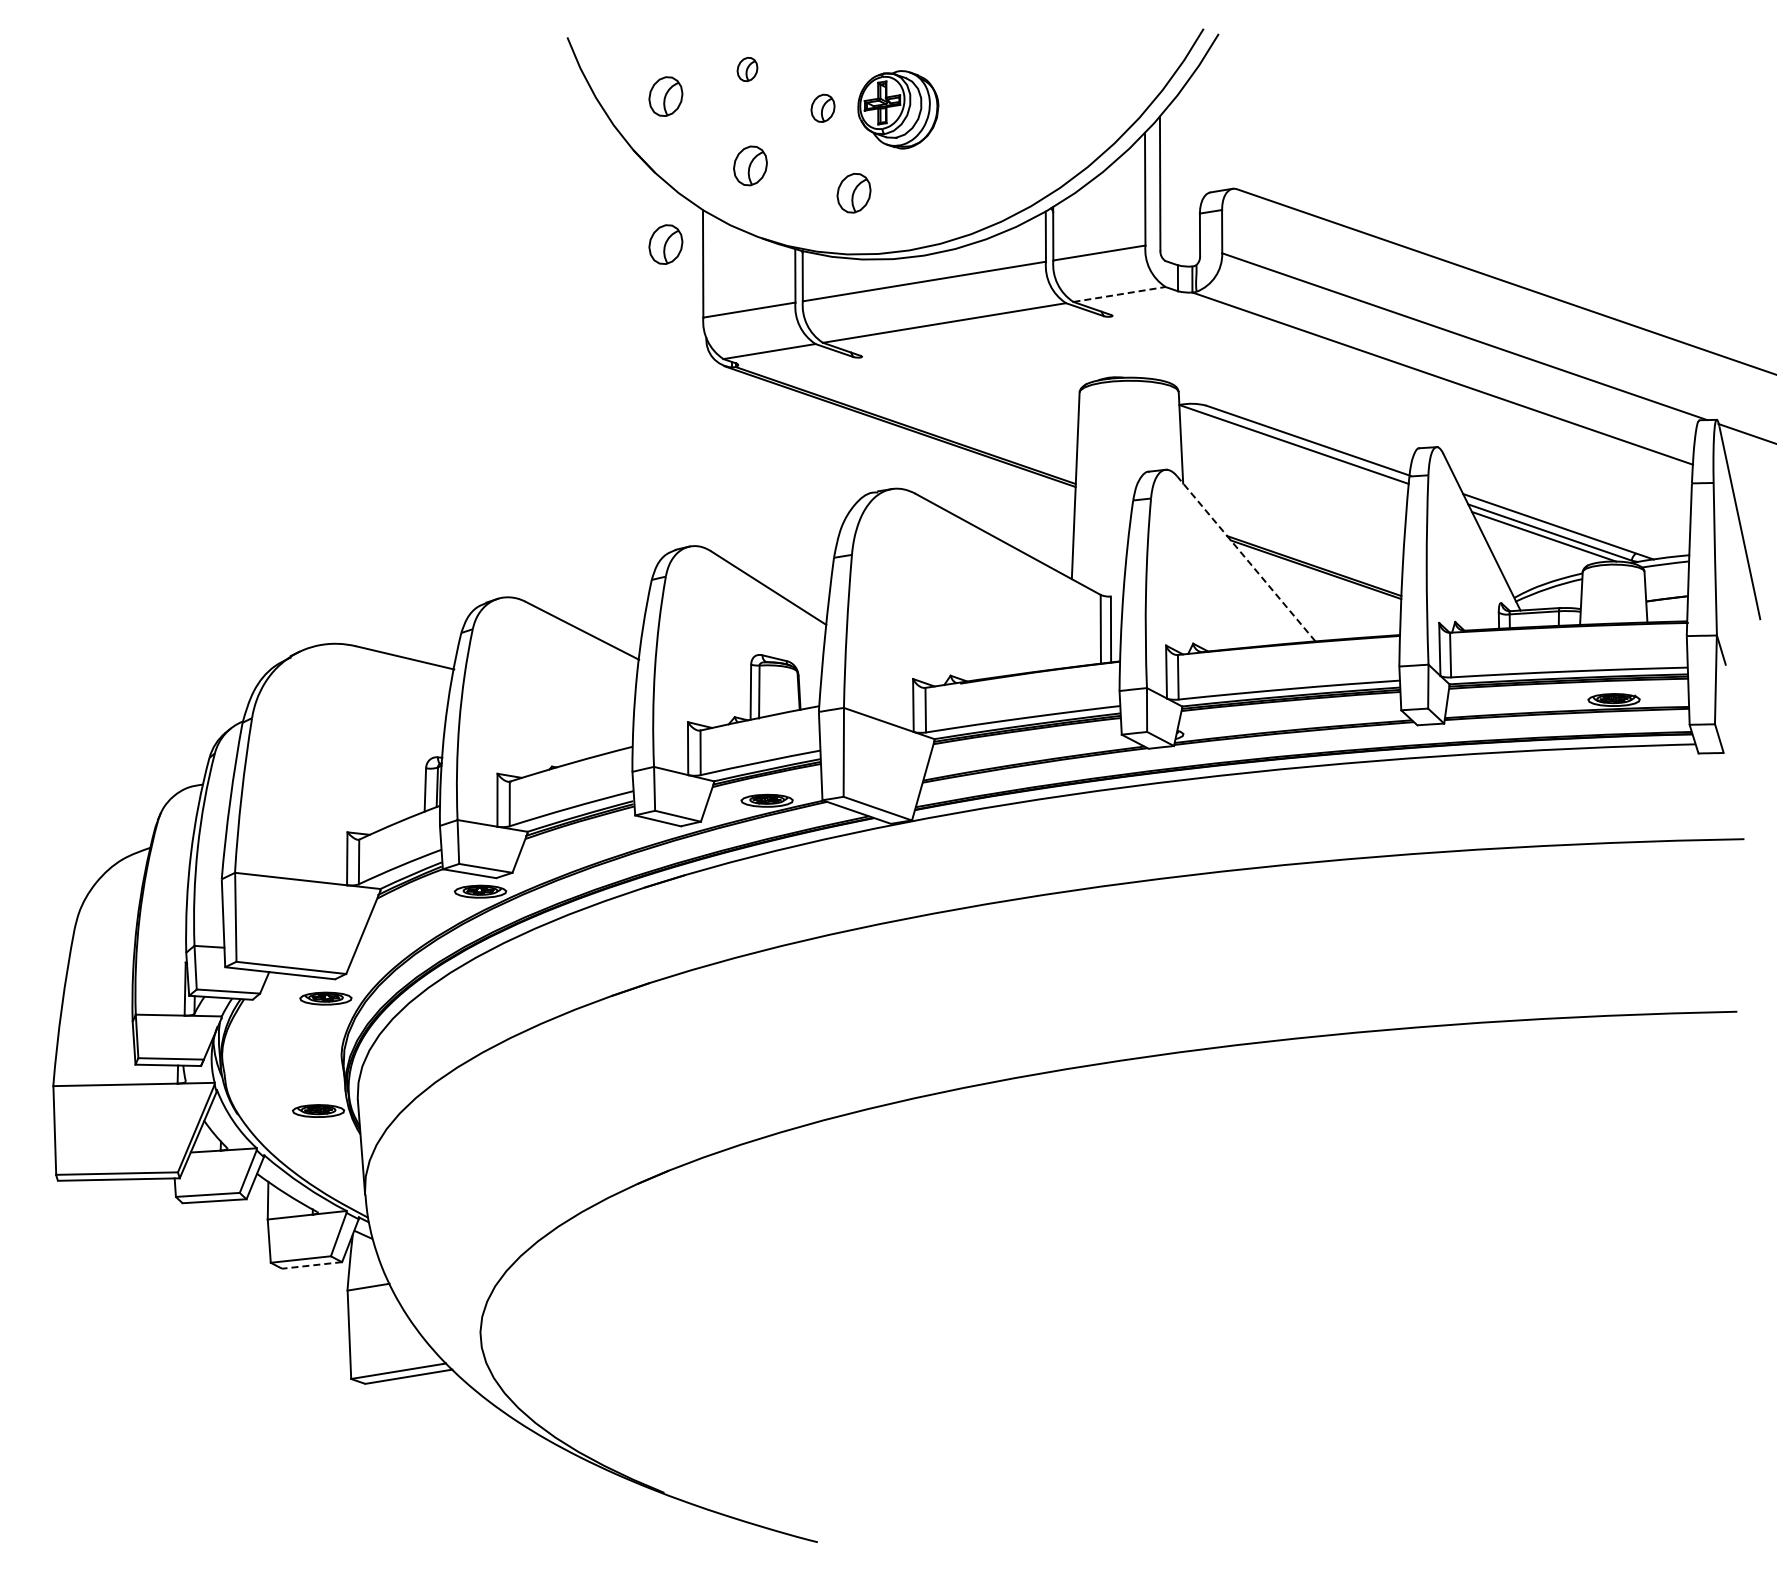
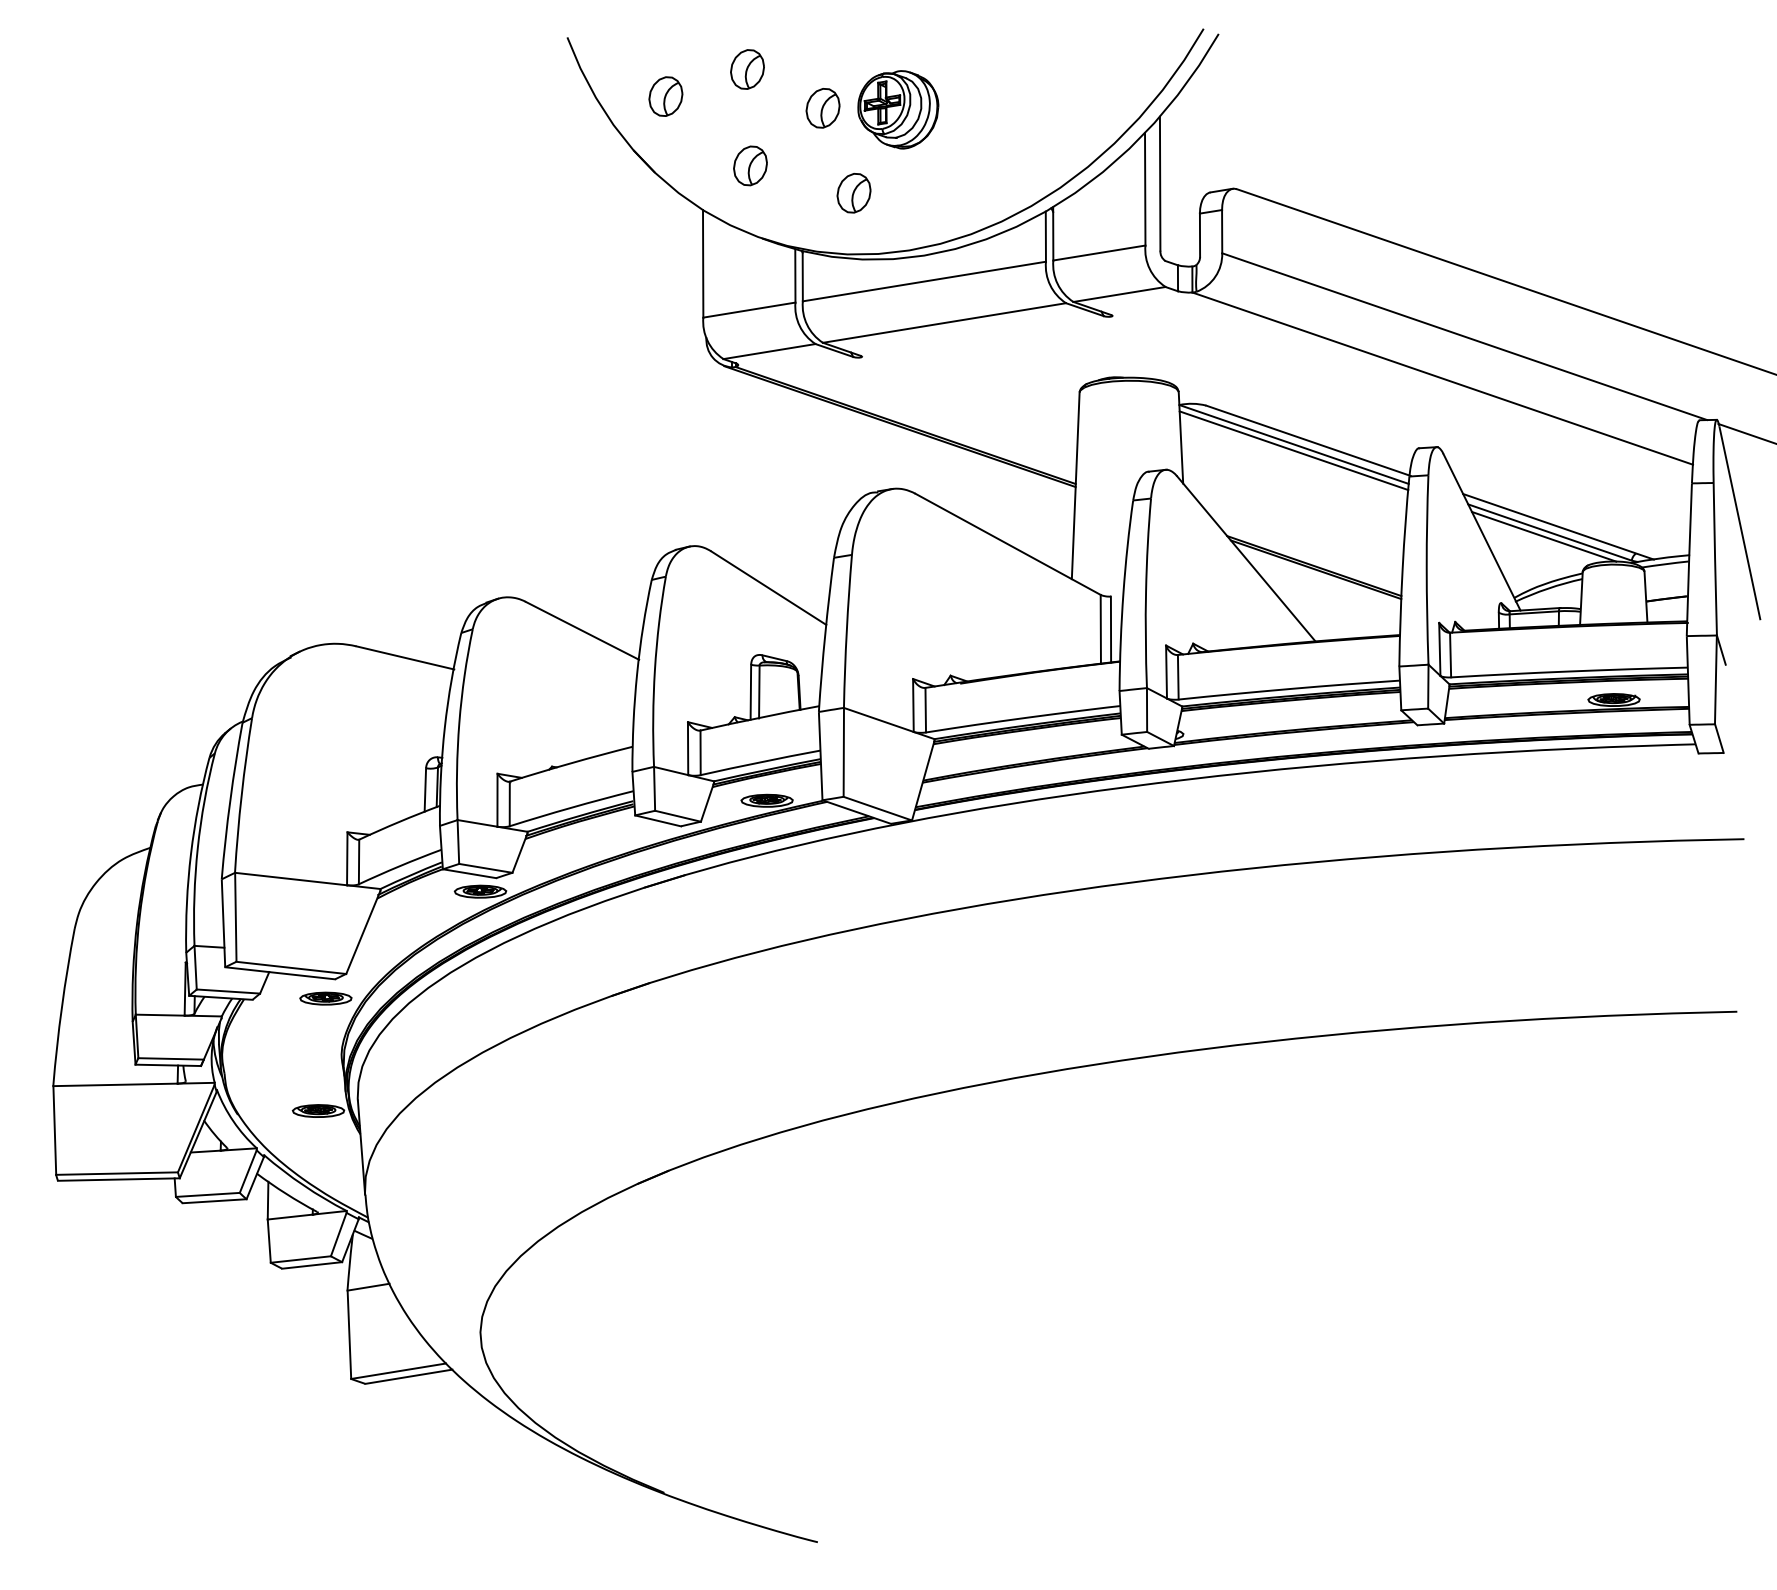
part at (747, 69) size: 23x26 px -> 35x41 px
part at (822, 107) size: 26x30 px -> 36x41 px
part at (665, 244): present -> none
line at (1119, 294): dashed -> solid
line at (1293, 450): none -> present
line at (1246, 558): dashed -> solid
line at (311, 1265): dashed -> solid
